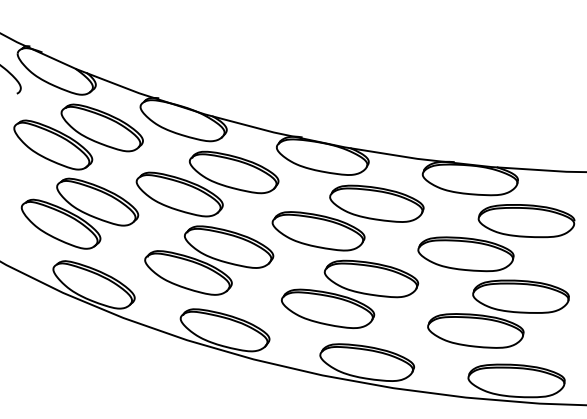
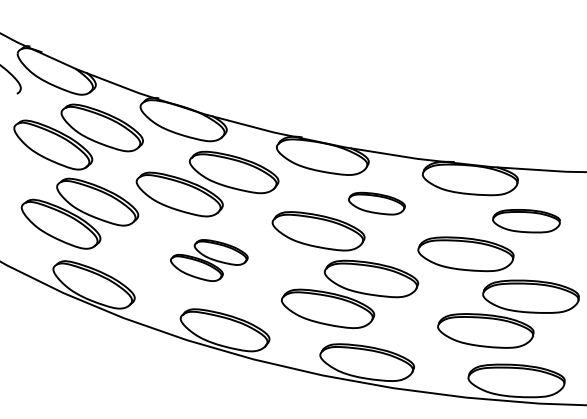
part at (376, 203) size: 96x39 px -> 58x25 px
part at (526, 221) size: 99x35 px -> 69x25 px
part at (209, 260) size: 131x71 px -> 79x43 px
part at (498, 313) position: (498, 313) -> (508, 313)
